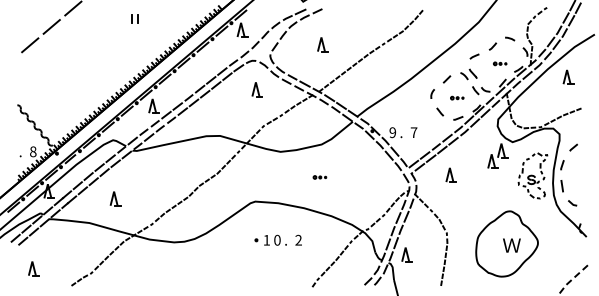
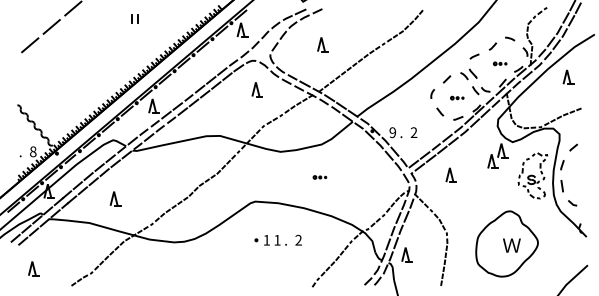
text at (413, 132): 7 -> 2
text at (277, 239): 0 -> 1
line at (571, 280): dashed -> solid
